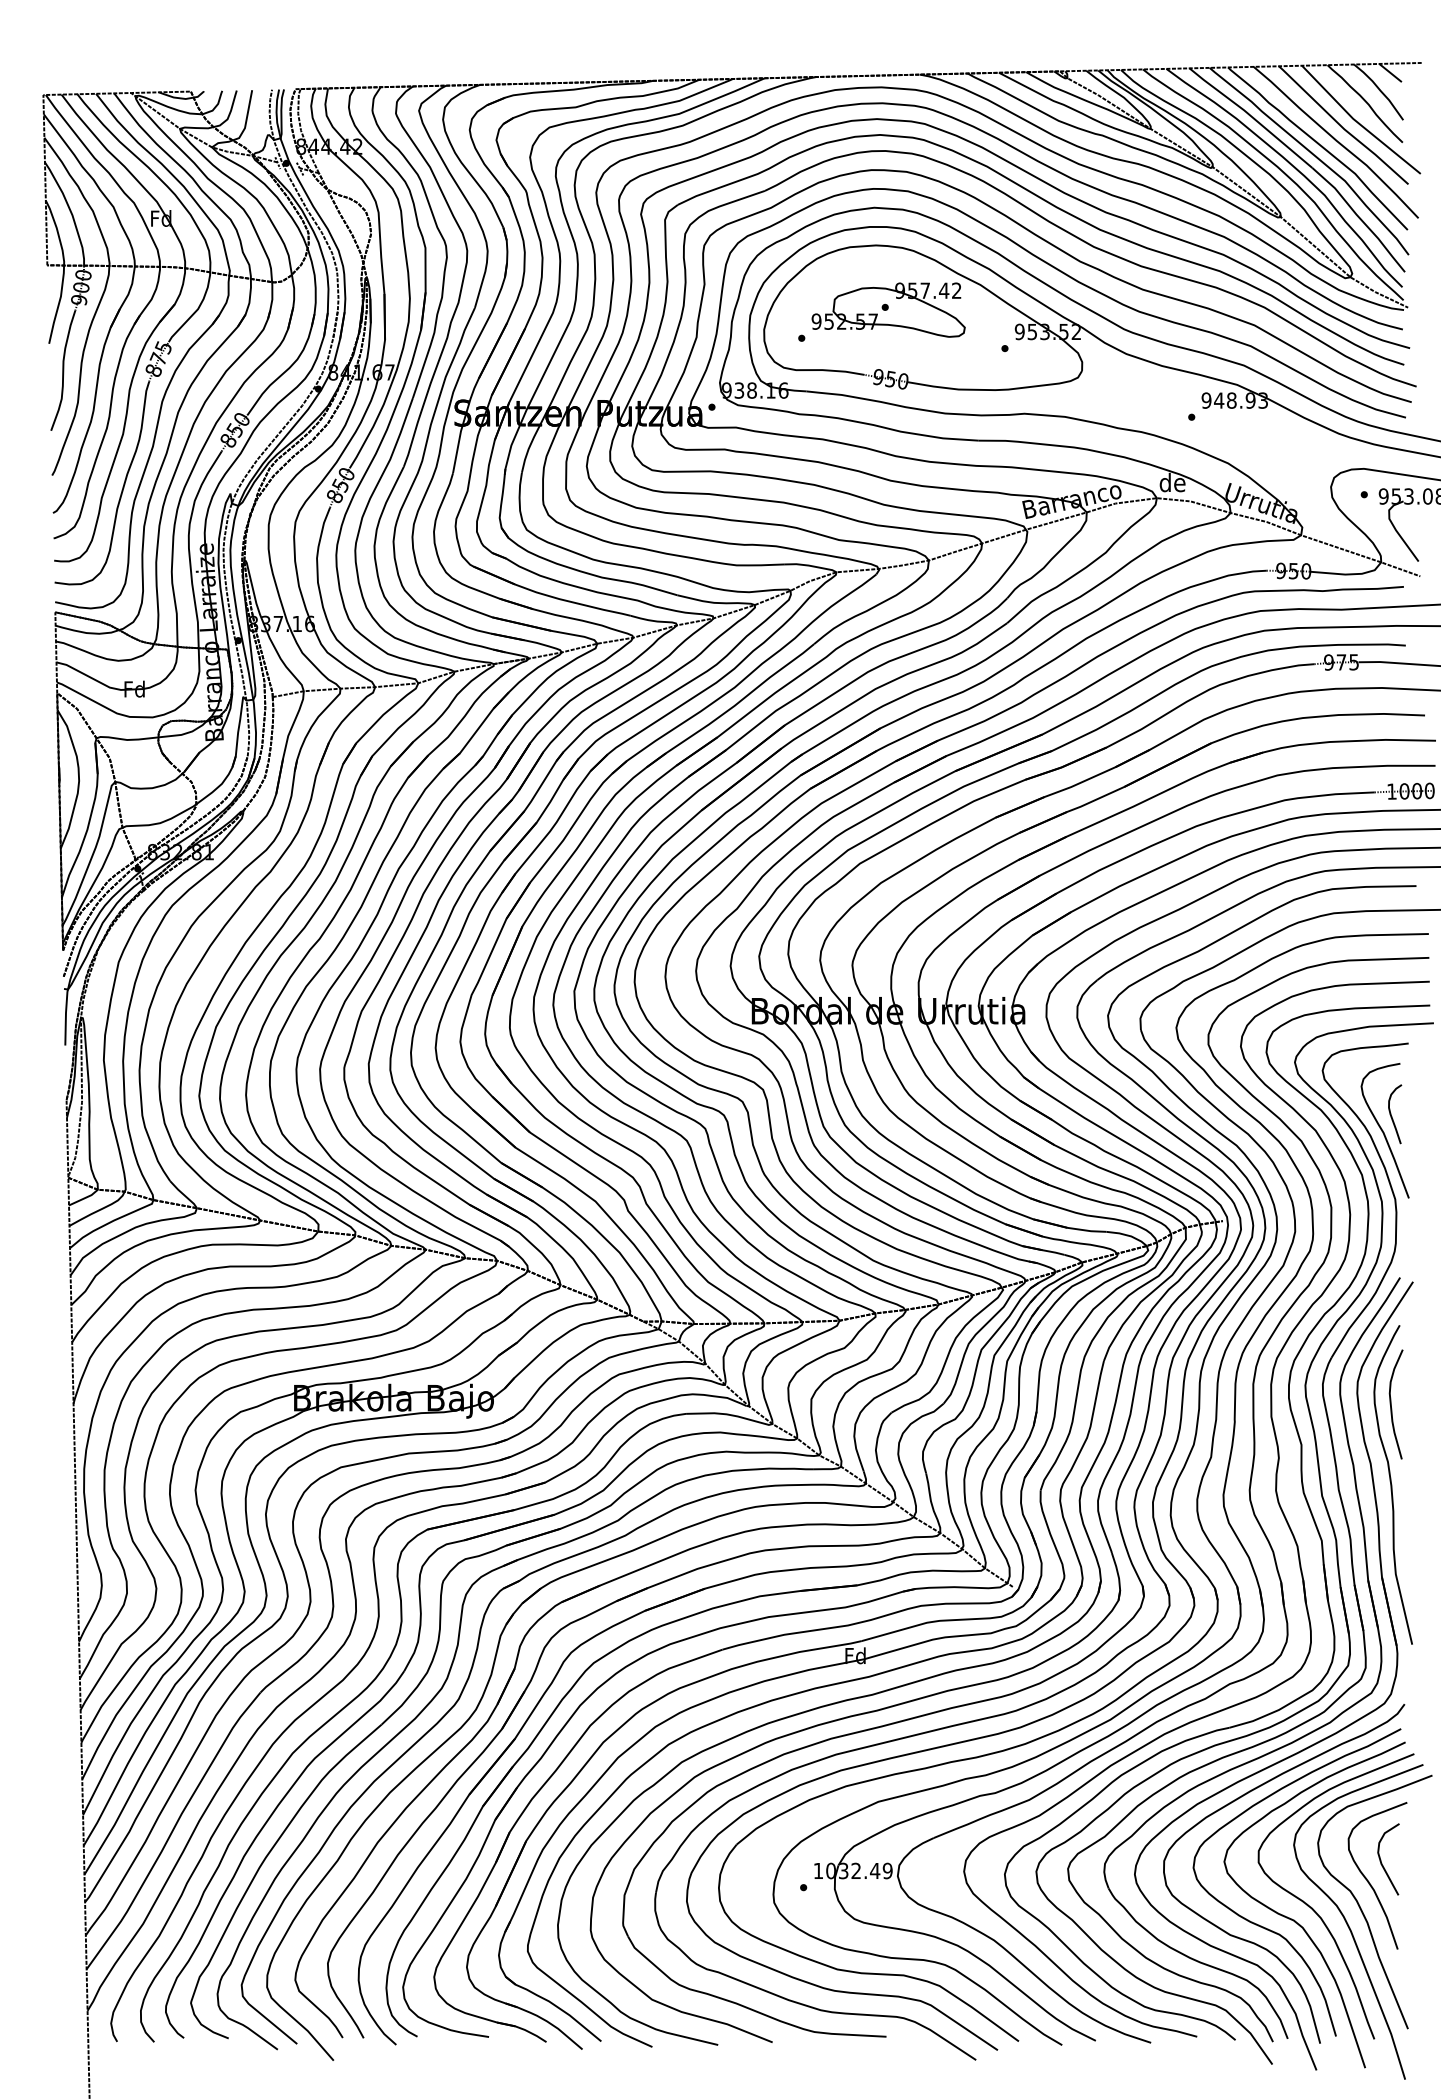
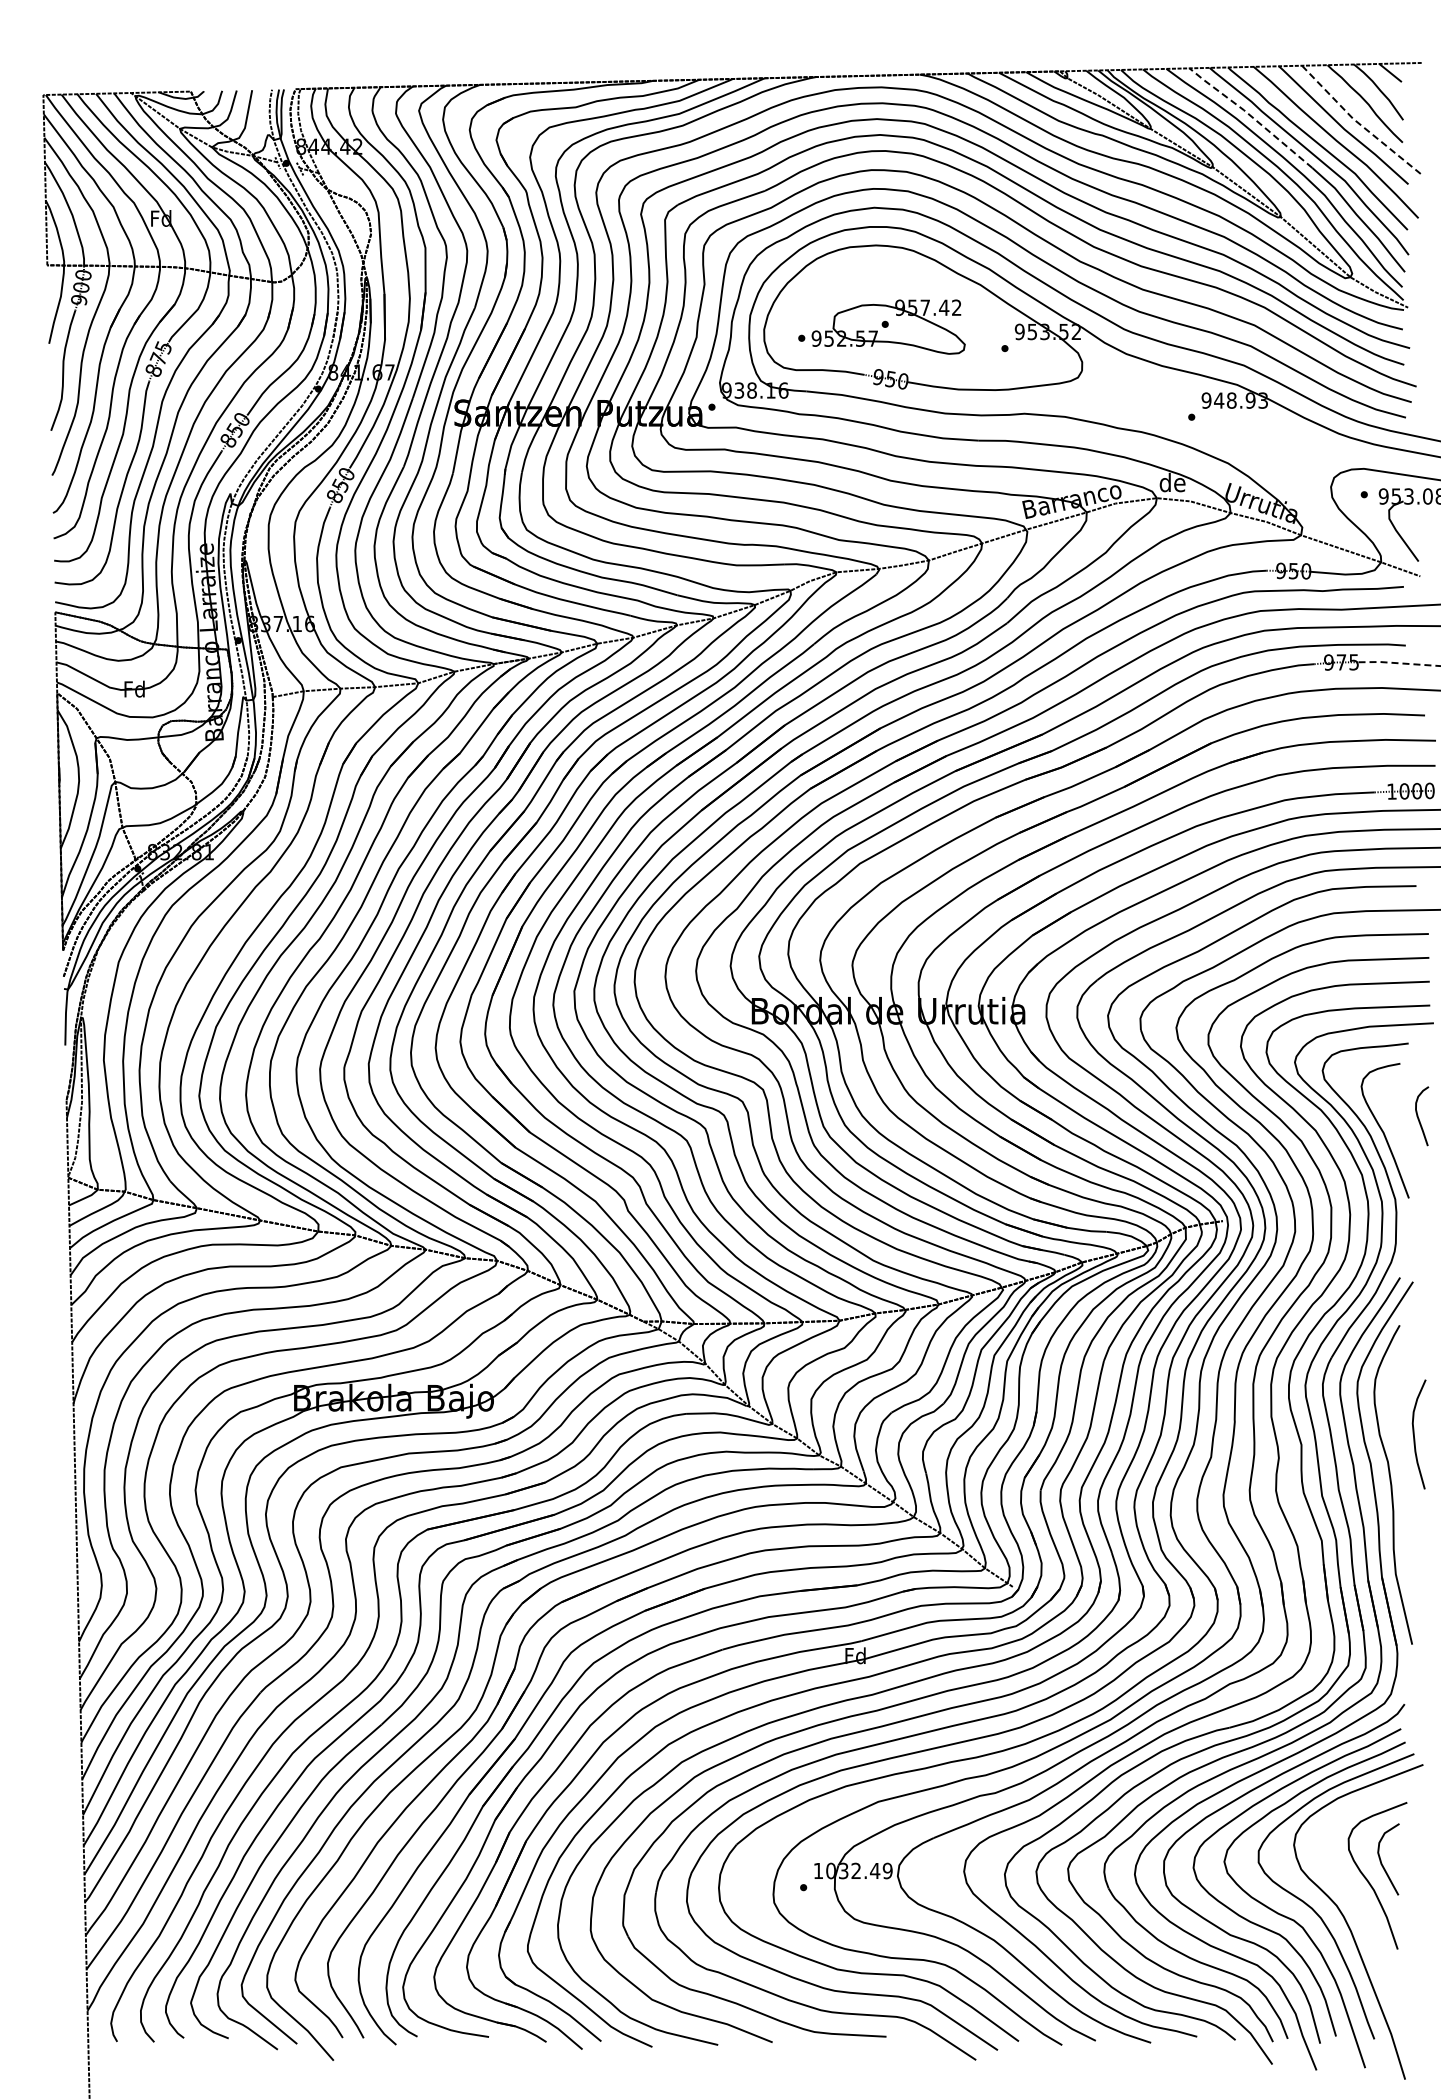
line at (1250, 116): solid -> dashed
line at (1358, 123): solid -> dashed
part at (888, 309) position: (888, 309) -> (888, 326)
line at (1399, 663): solid -> dashed
curve at (1392, 1116) position: (1392, 1116) -> (1419, 1118)
curve at (1391, 1404) position: (1391, 1404) -> (1414, 1434)
curve at (1360, 1905): present -> none
